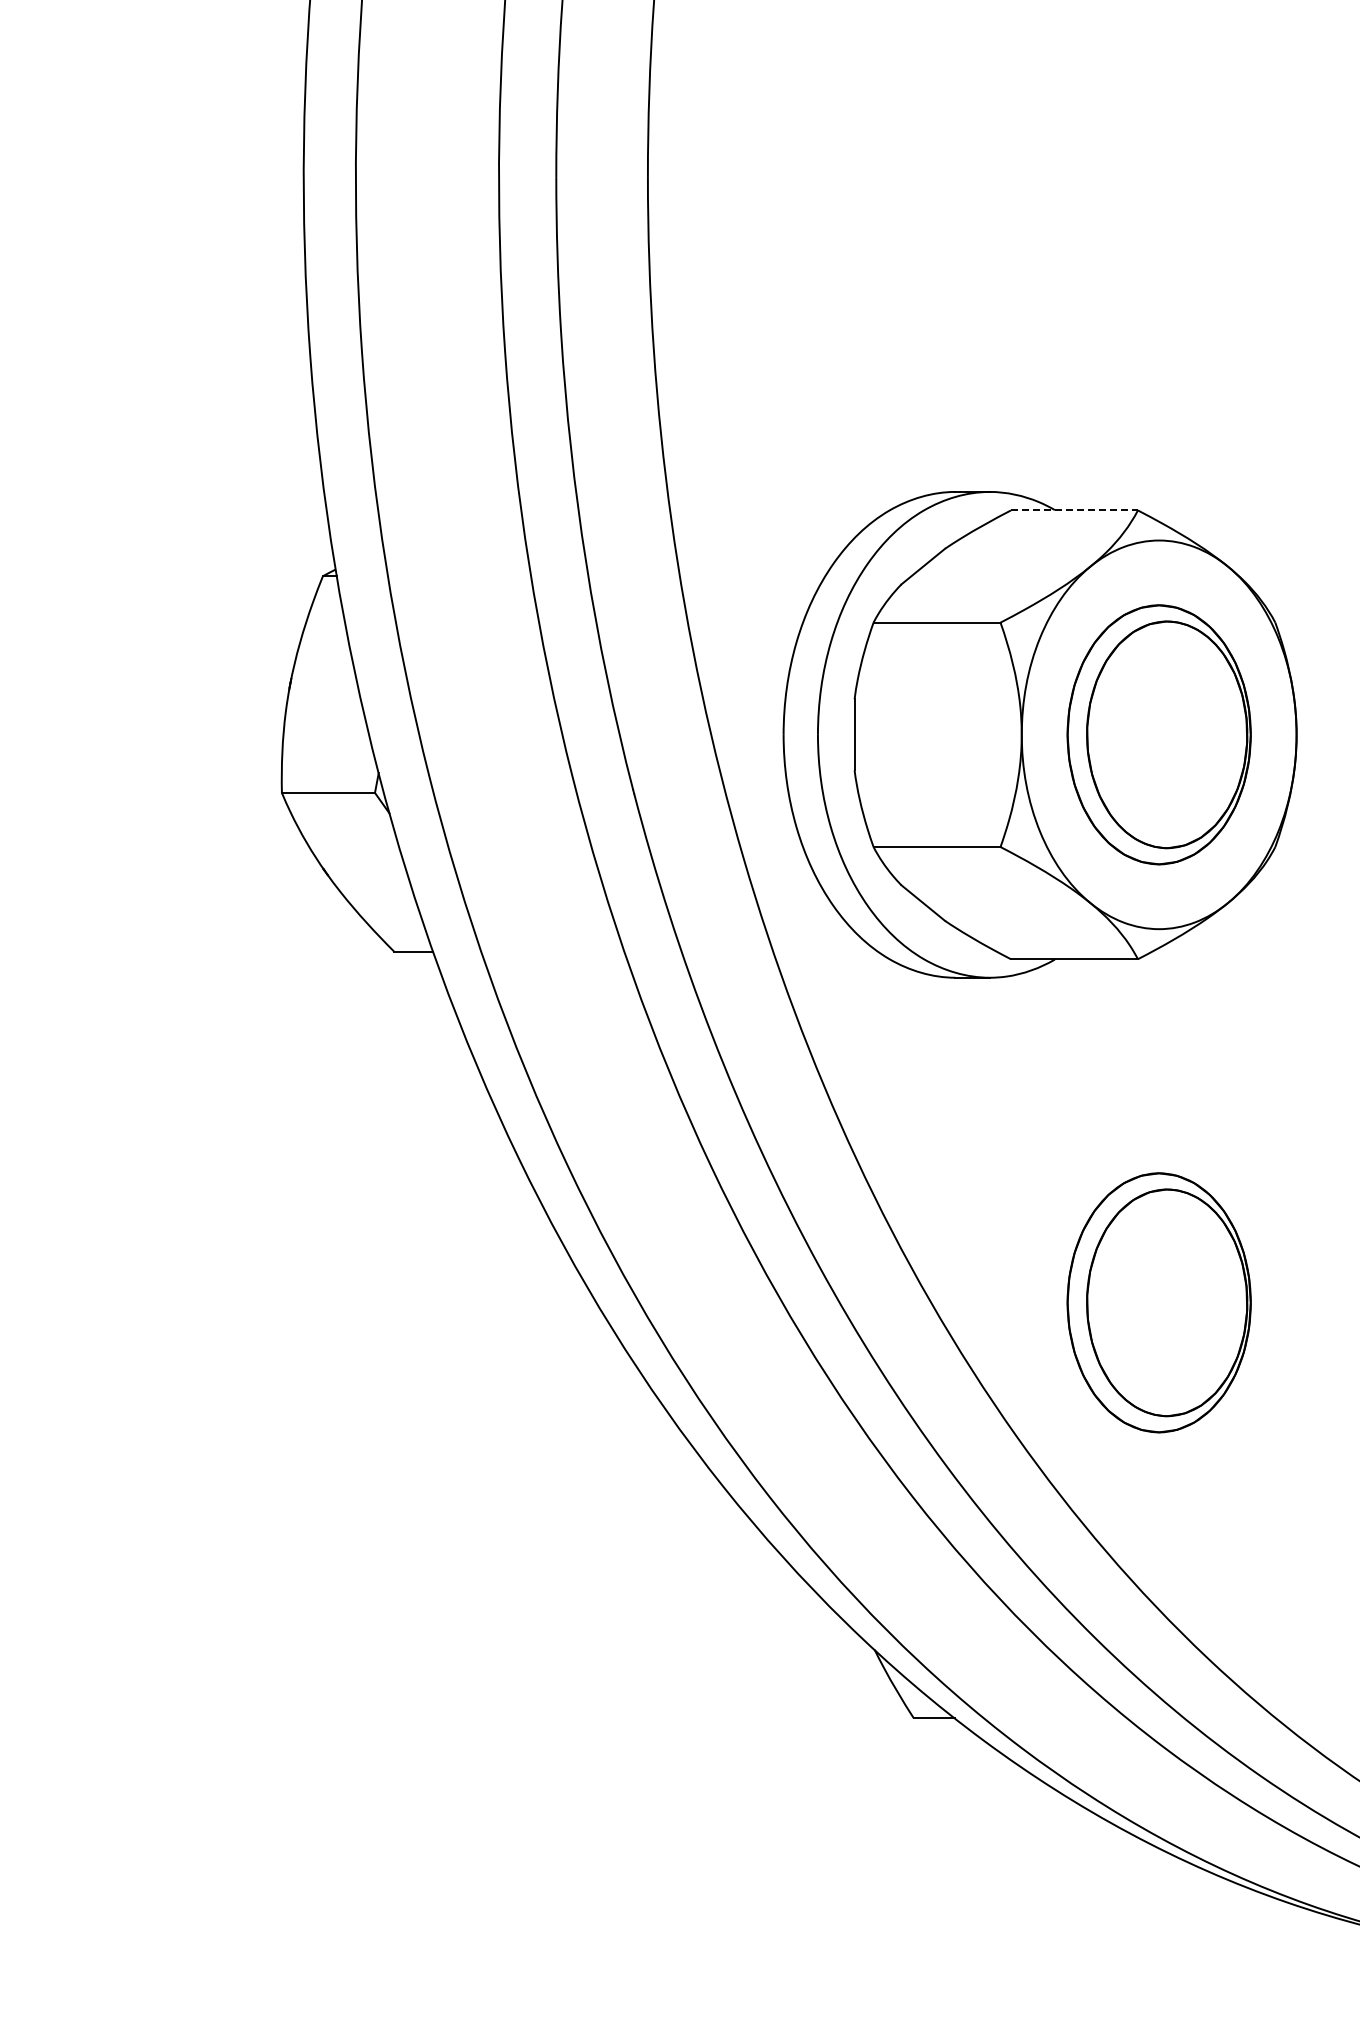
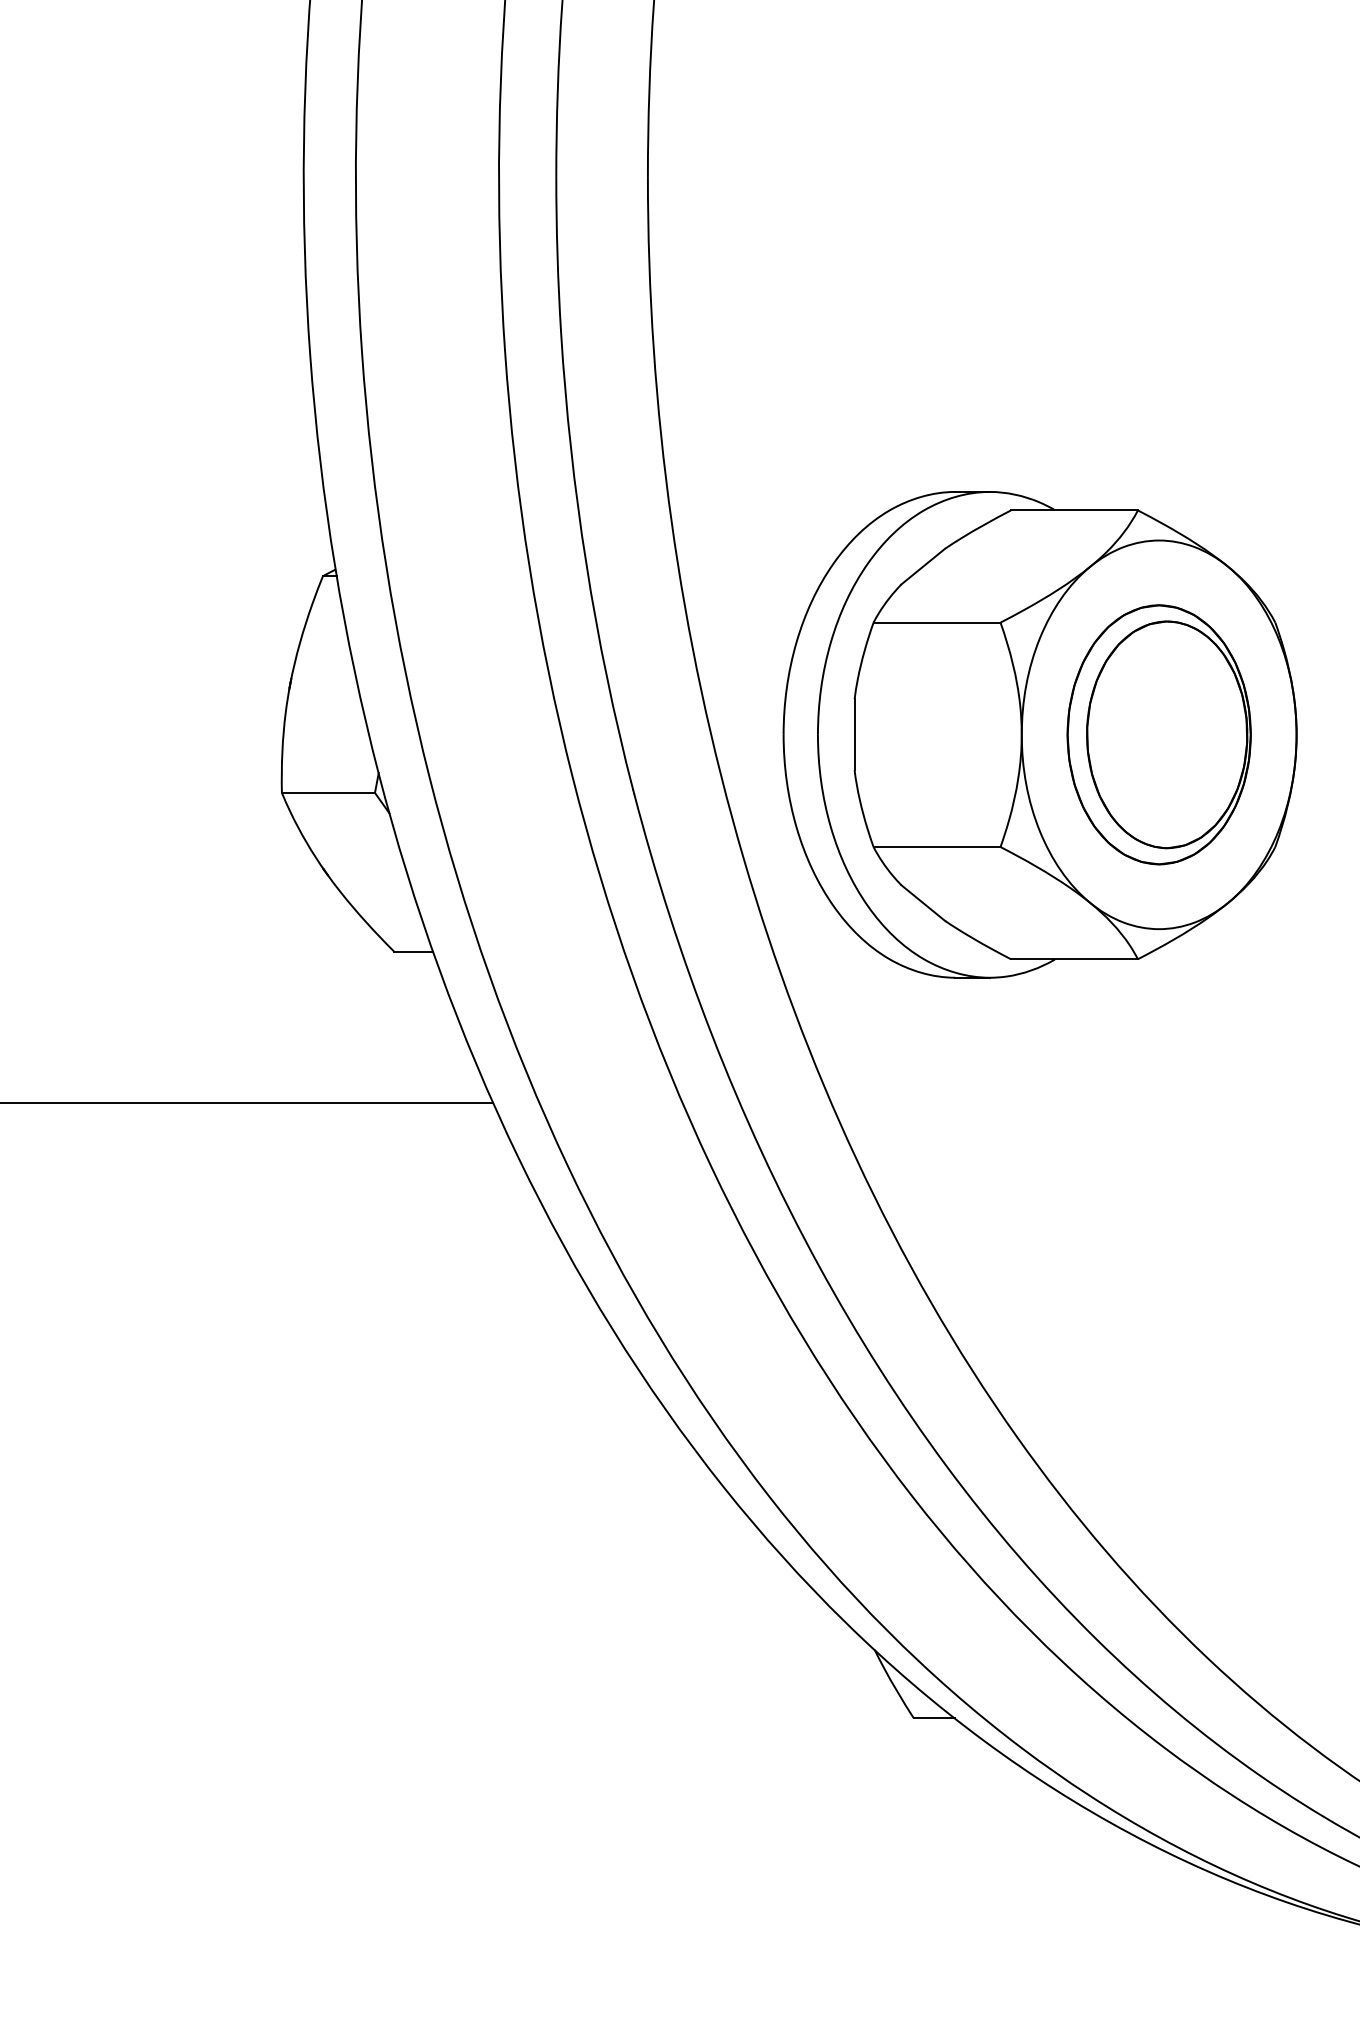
line at (1074, 510): dashed -> solid
line at (247, 1102): none -> present
part at (1158, 1302): present -> none
